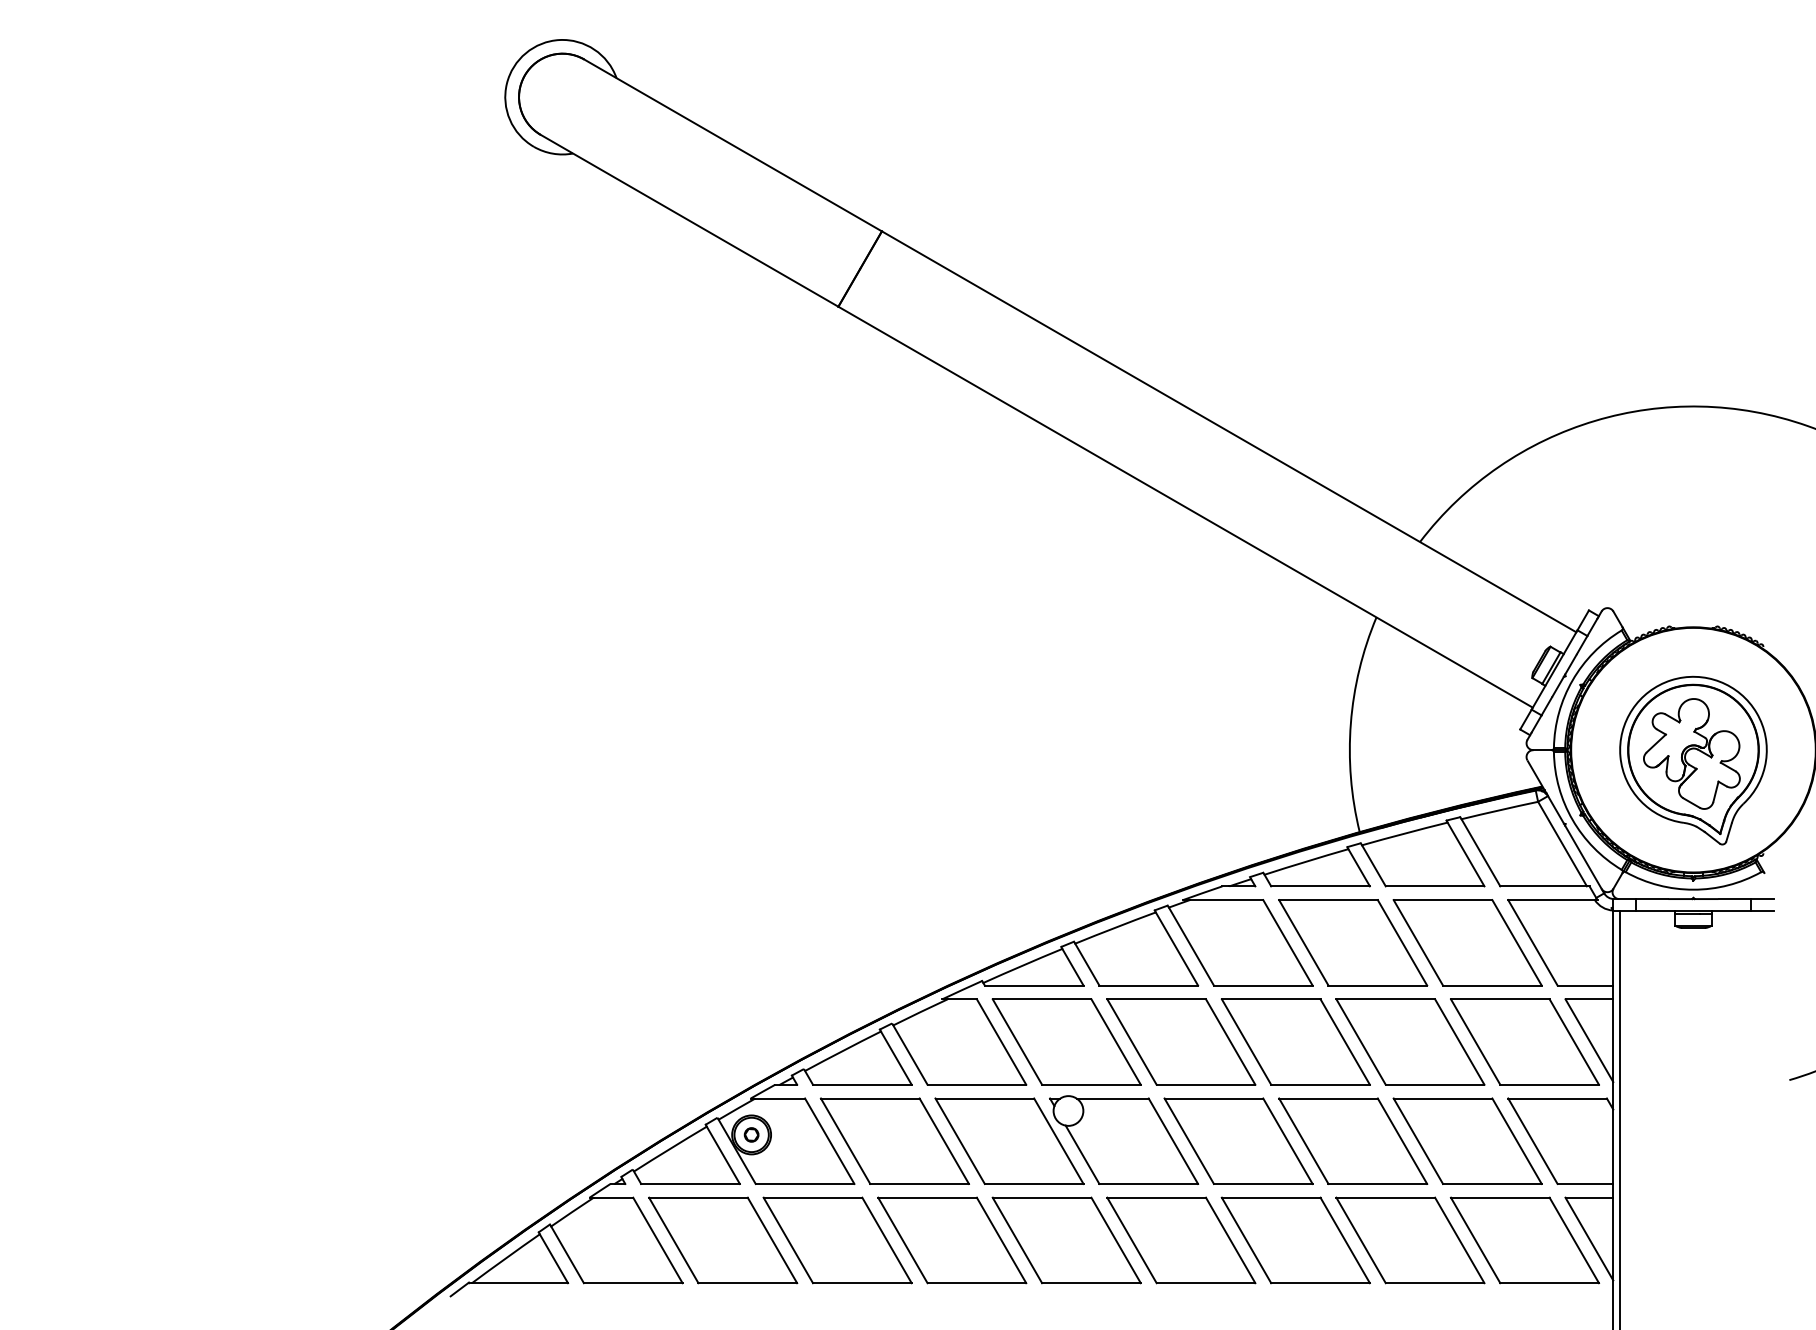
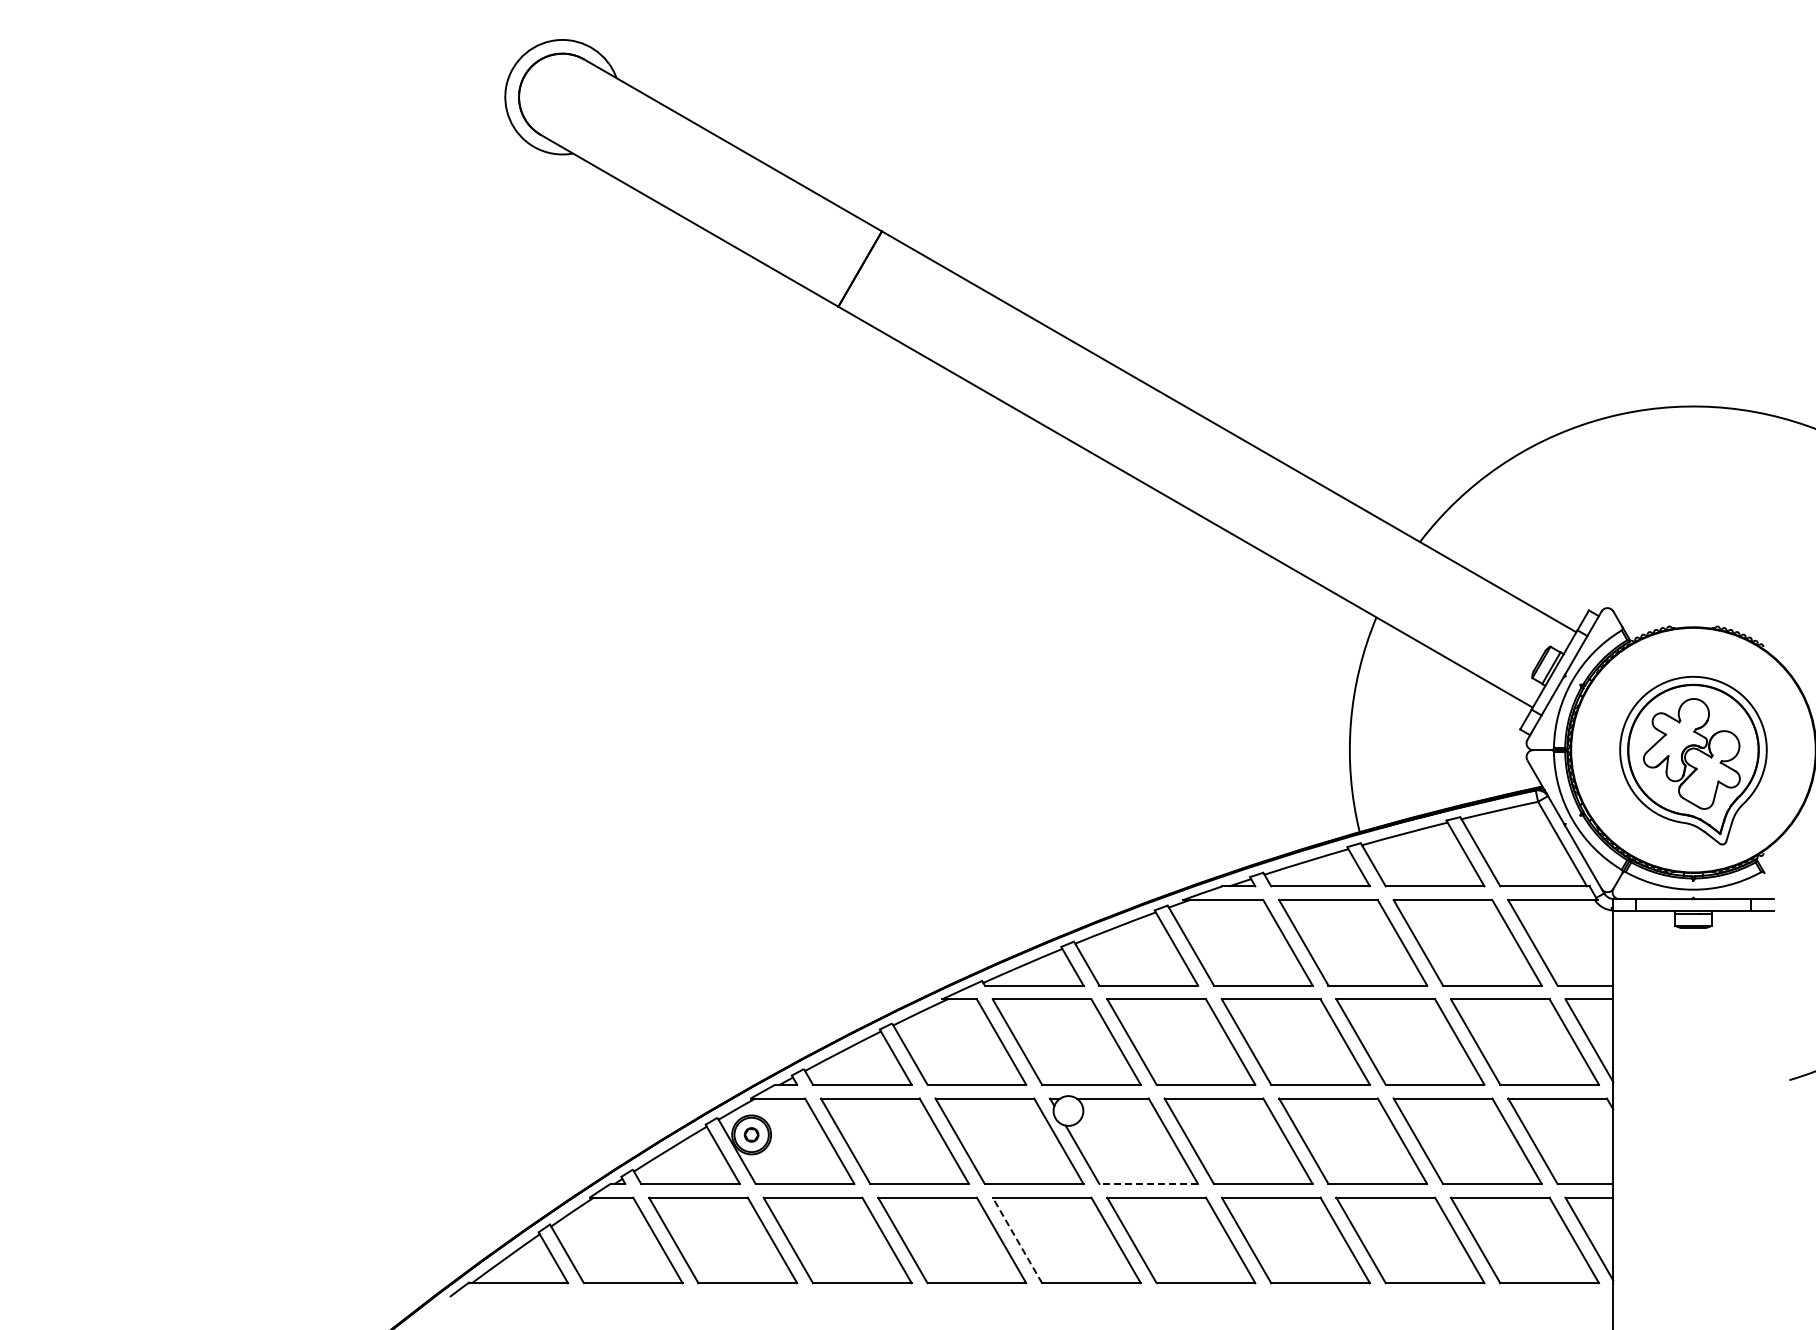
line at (1620, 1118): present -> none
line at (1148, 1183): solid -> dashed
line at (1017, 1240): solid -> dashed
